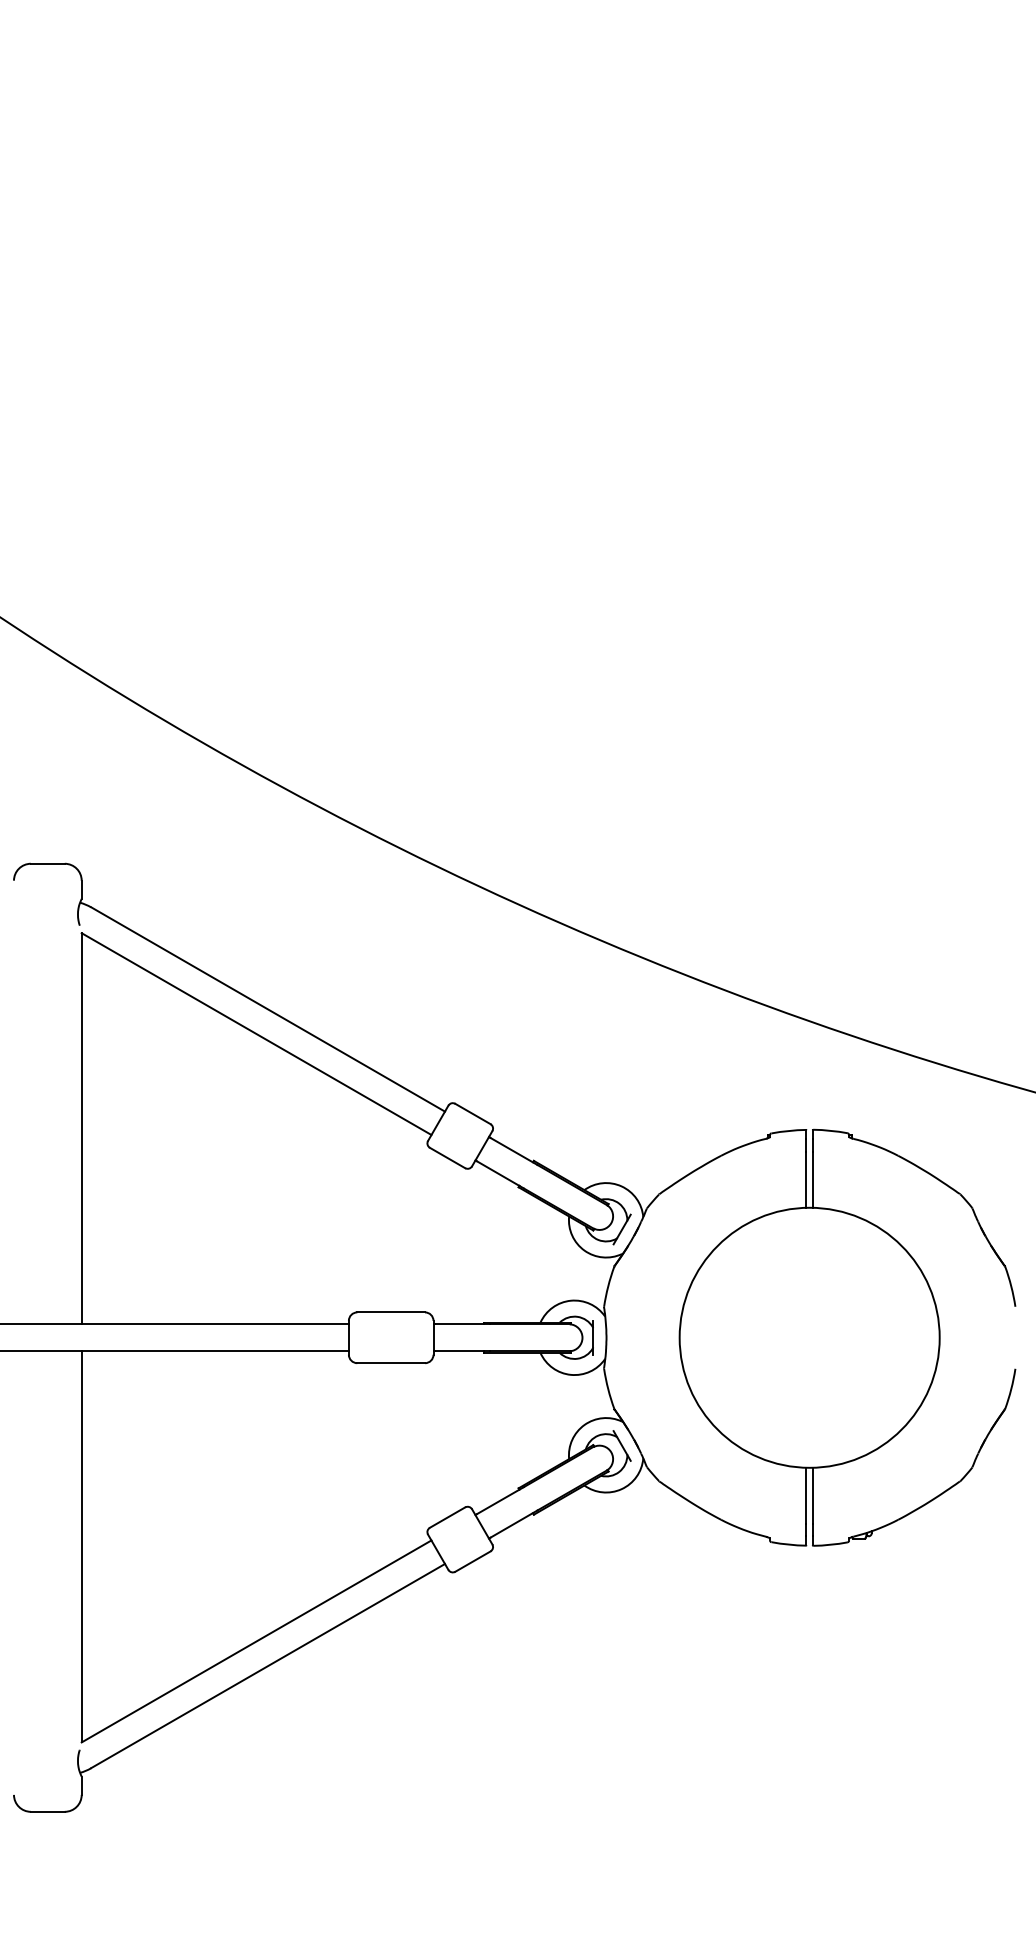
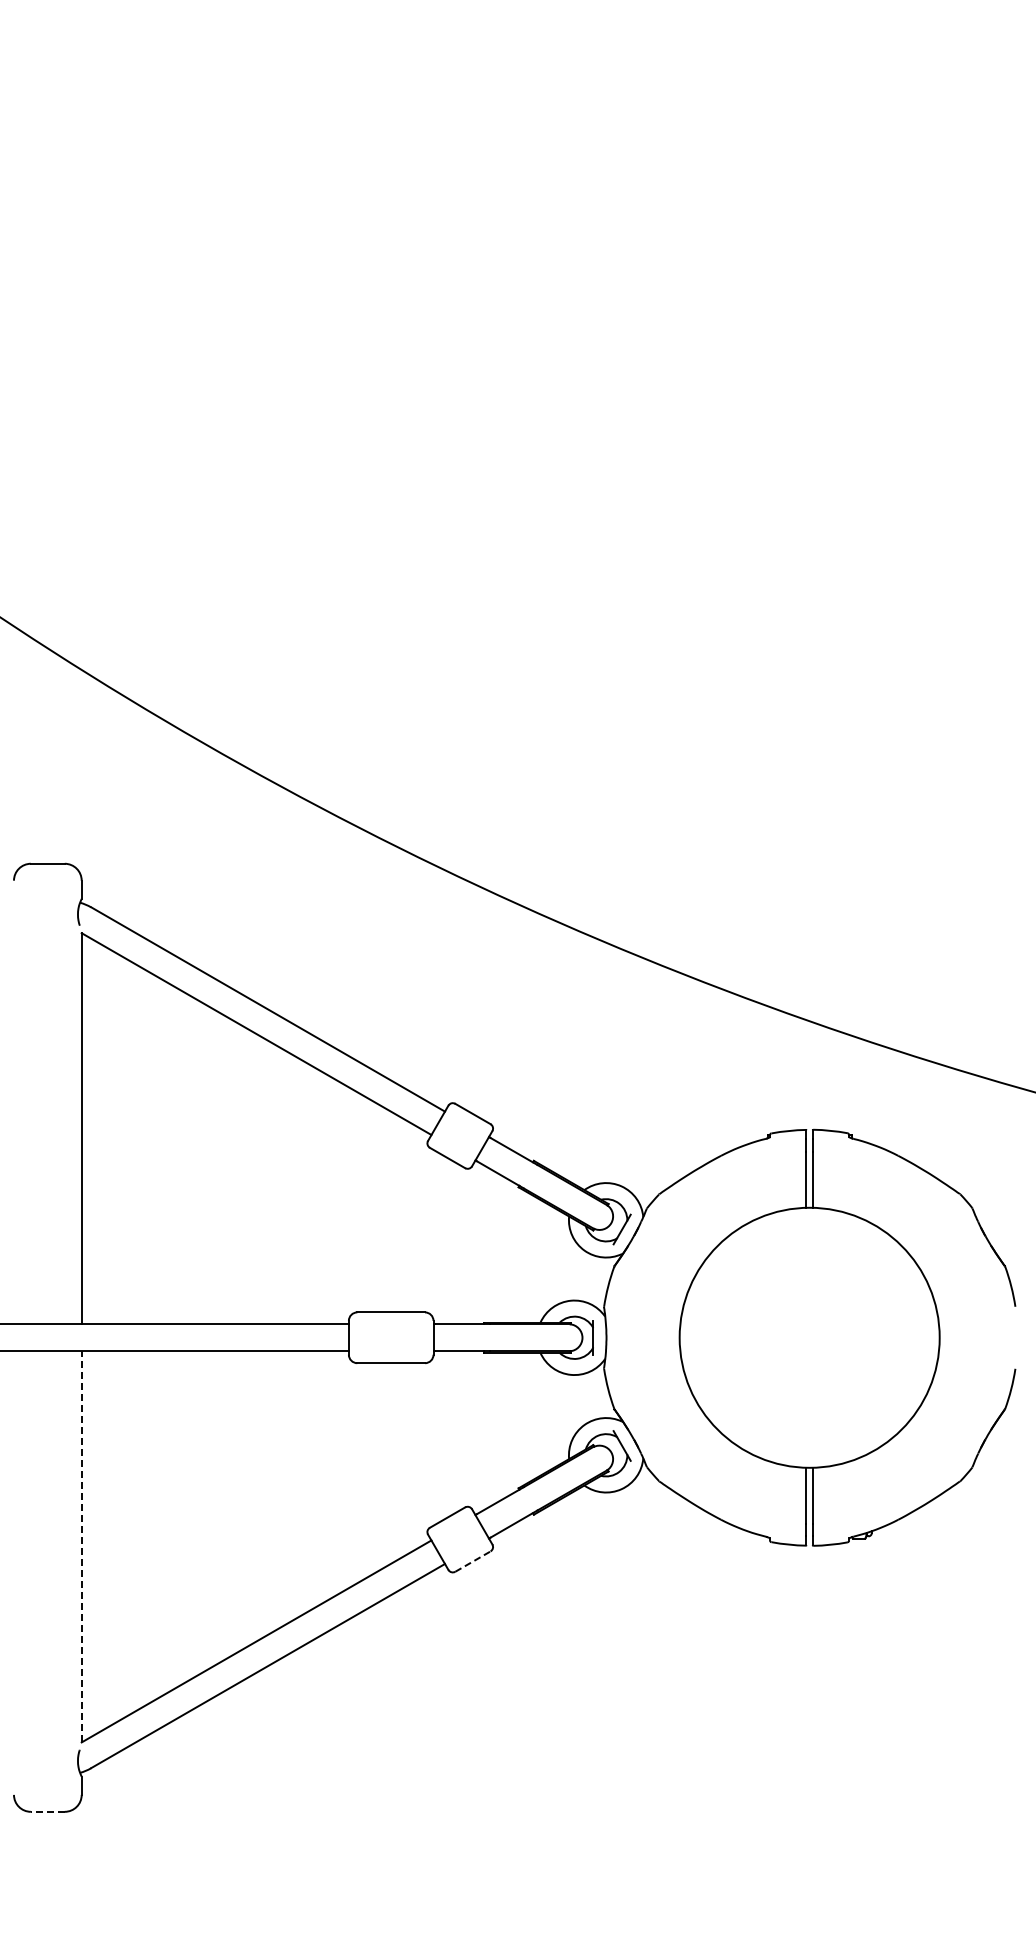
line at (81, 1546): solid -> dashed
line at (473, 1561): solid -> dashed
line at (47, 1811): solid -> dashed
